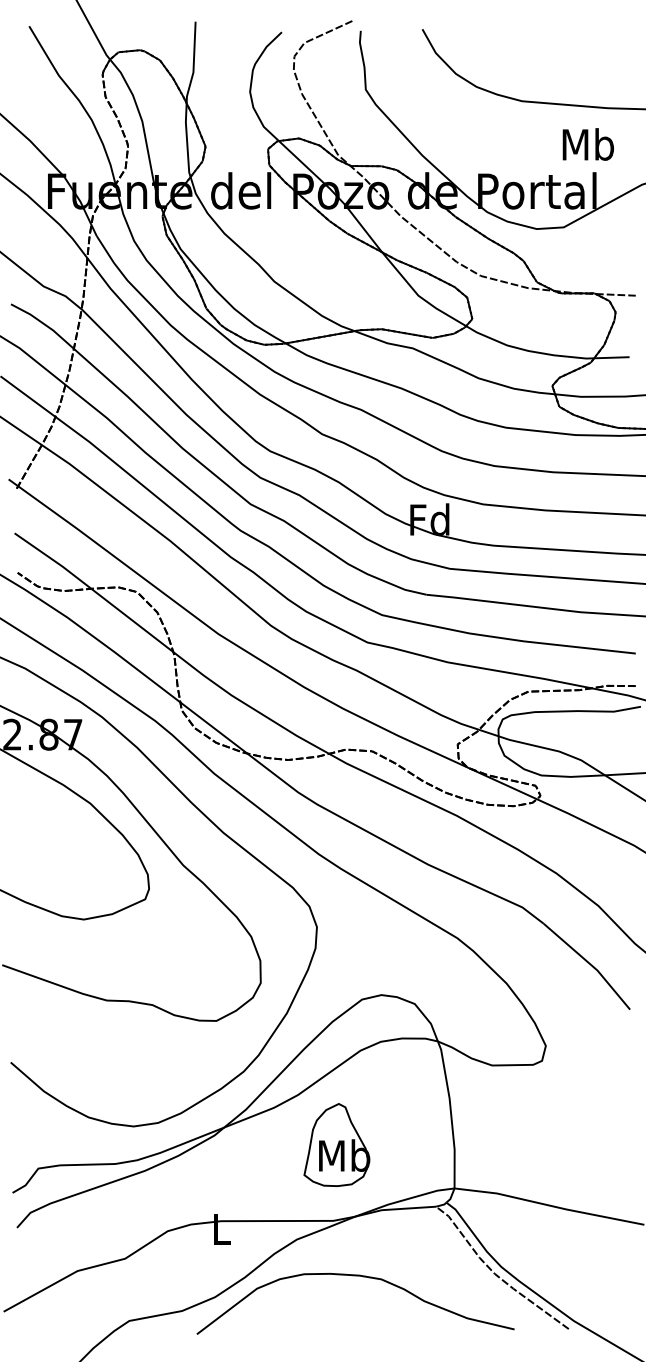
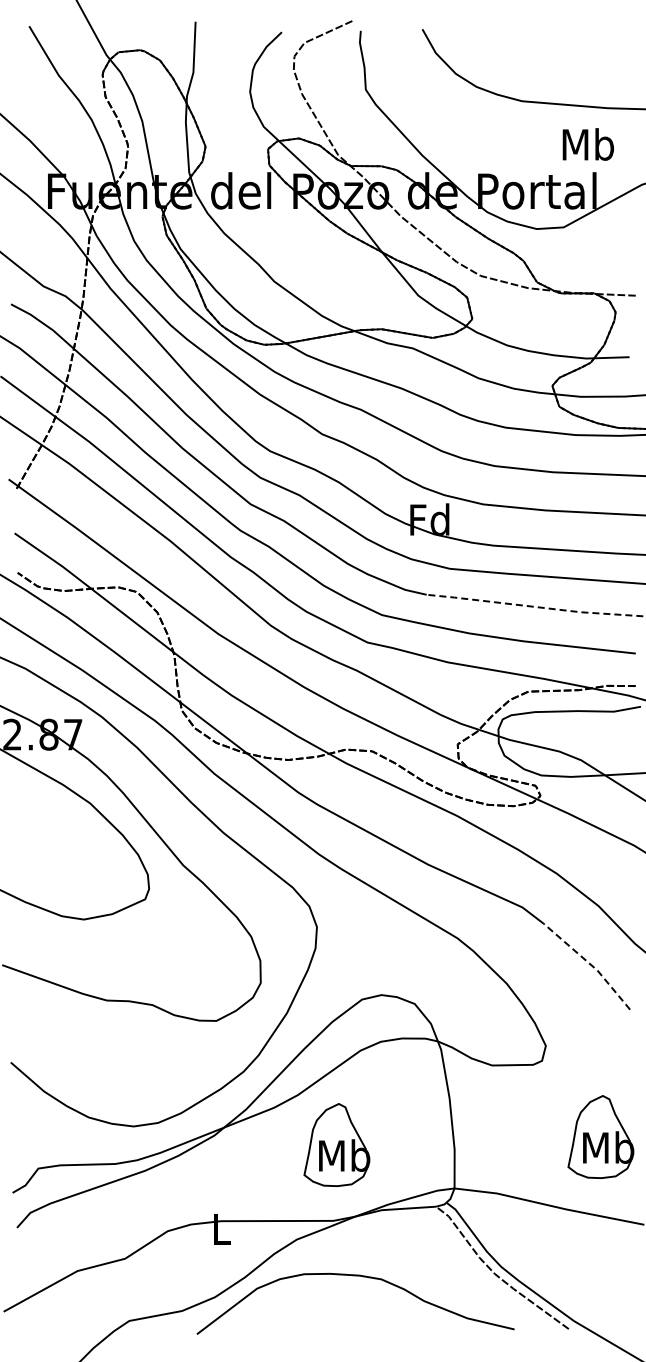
line at (535, 606): solid -> dashed
line at (590, 964): solid -> dashed
part at (600, 1136): none -> present
